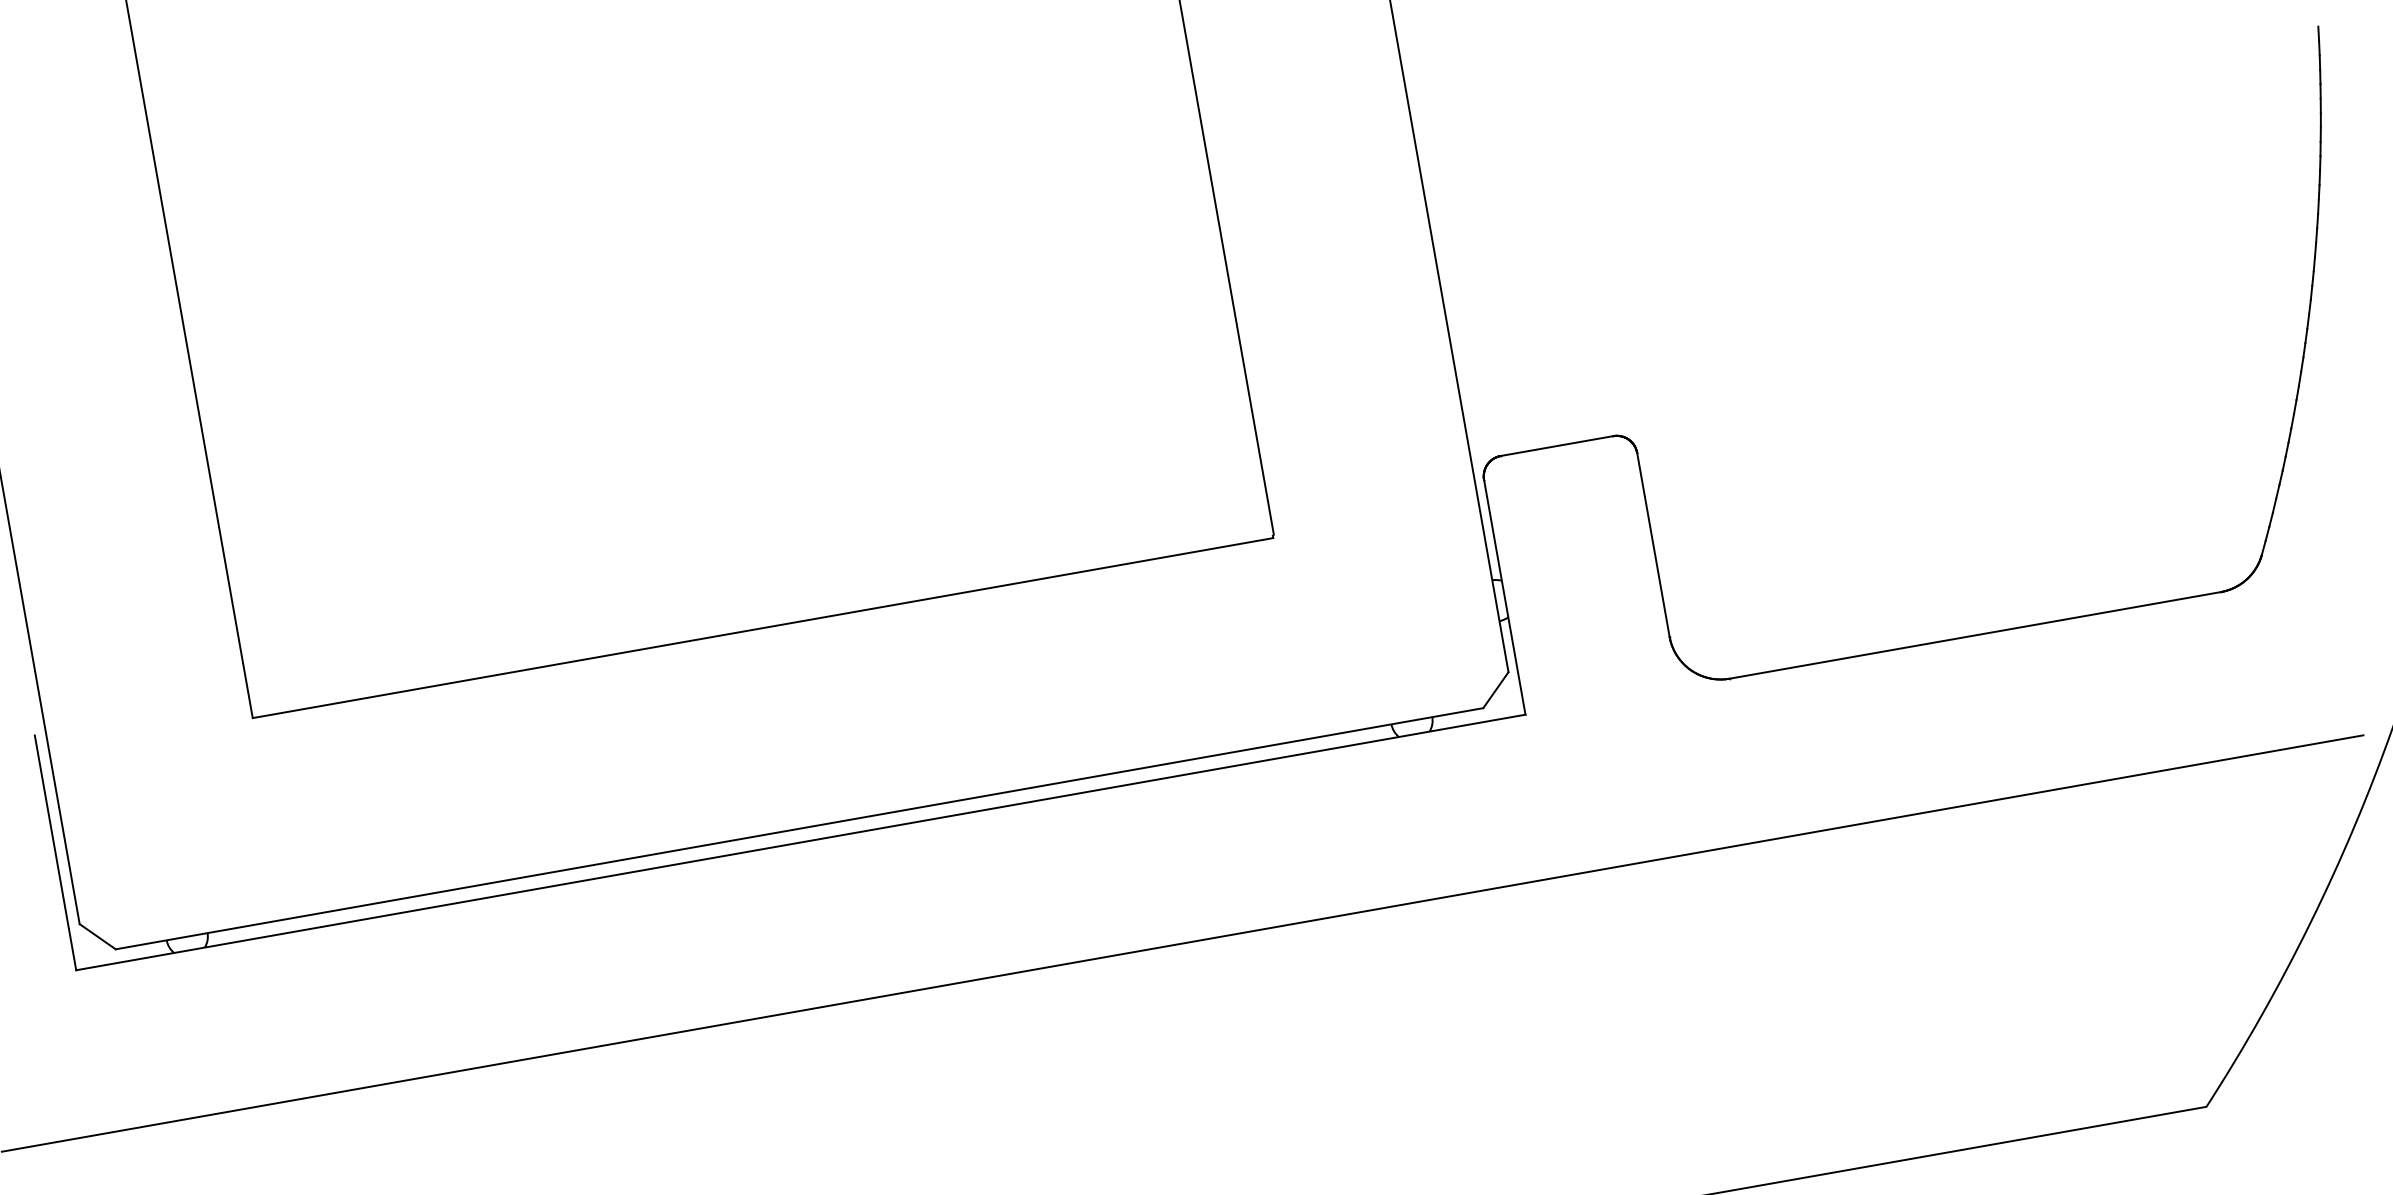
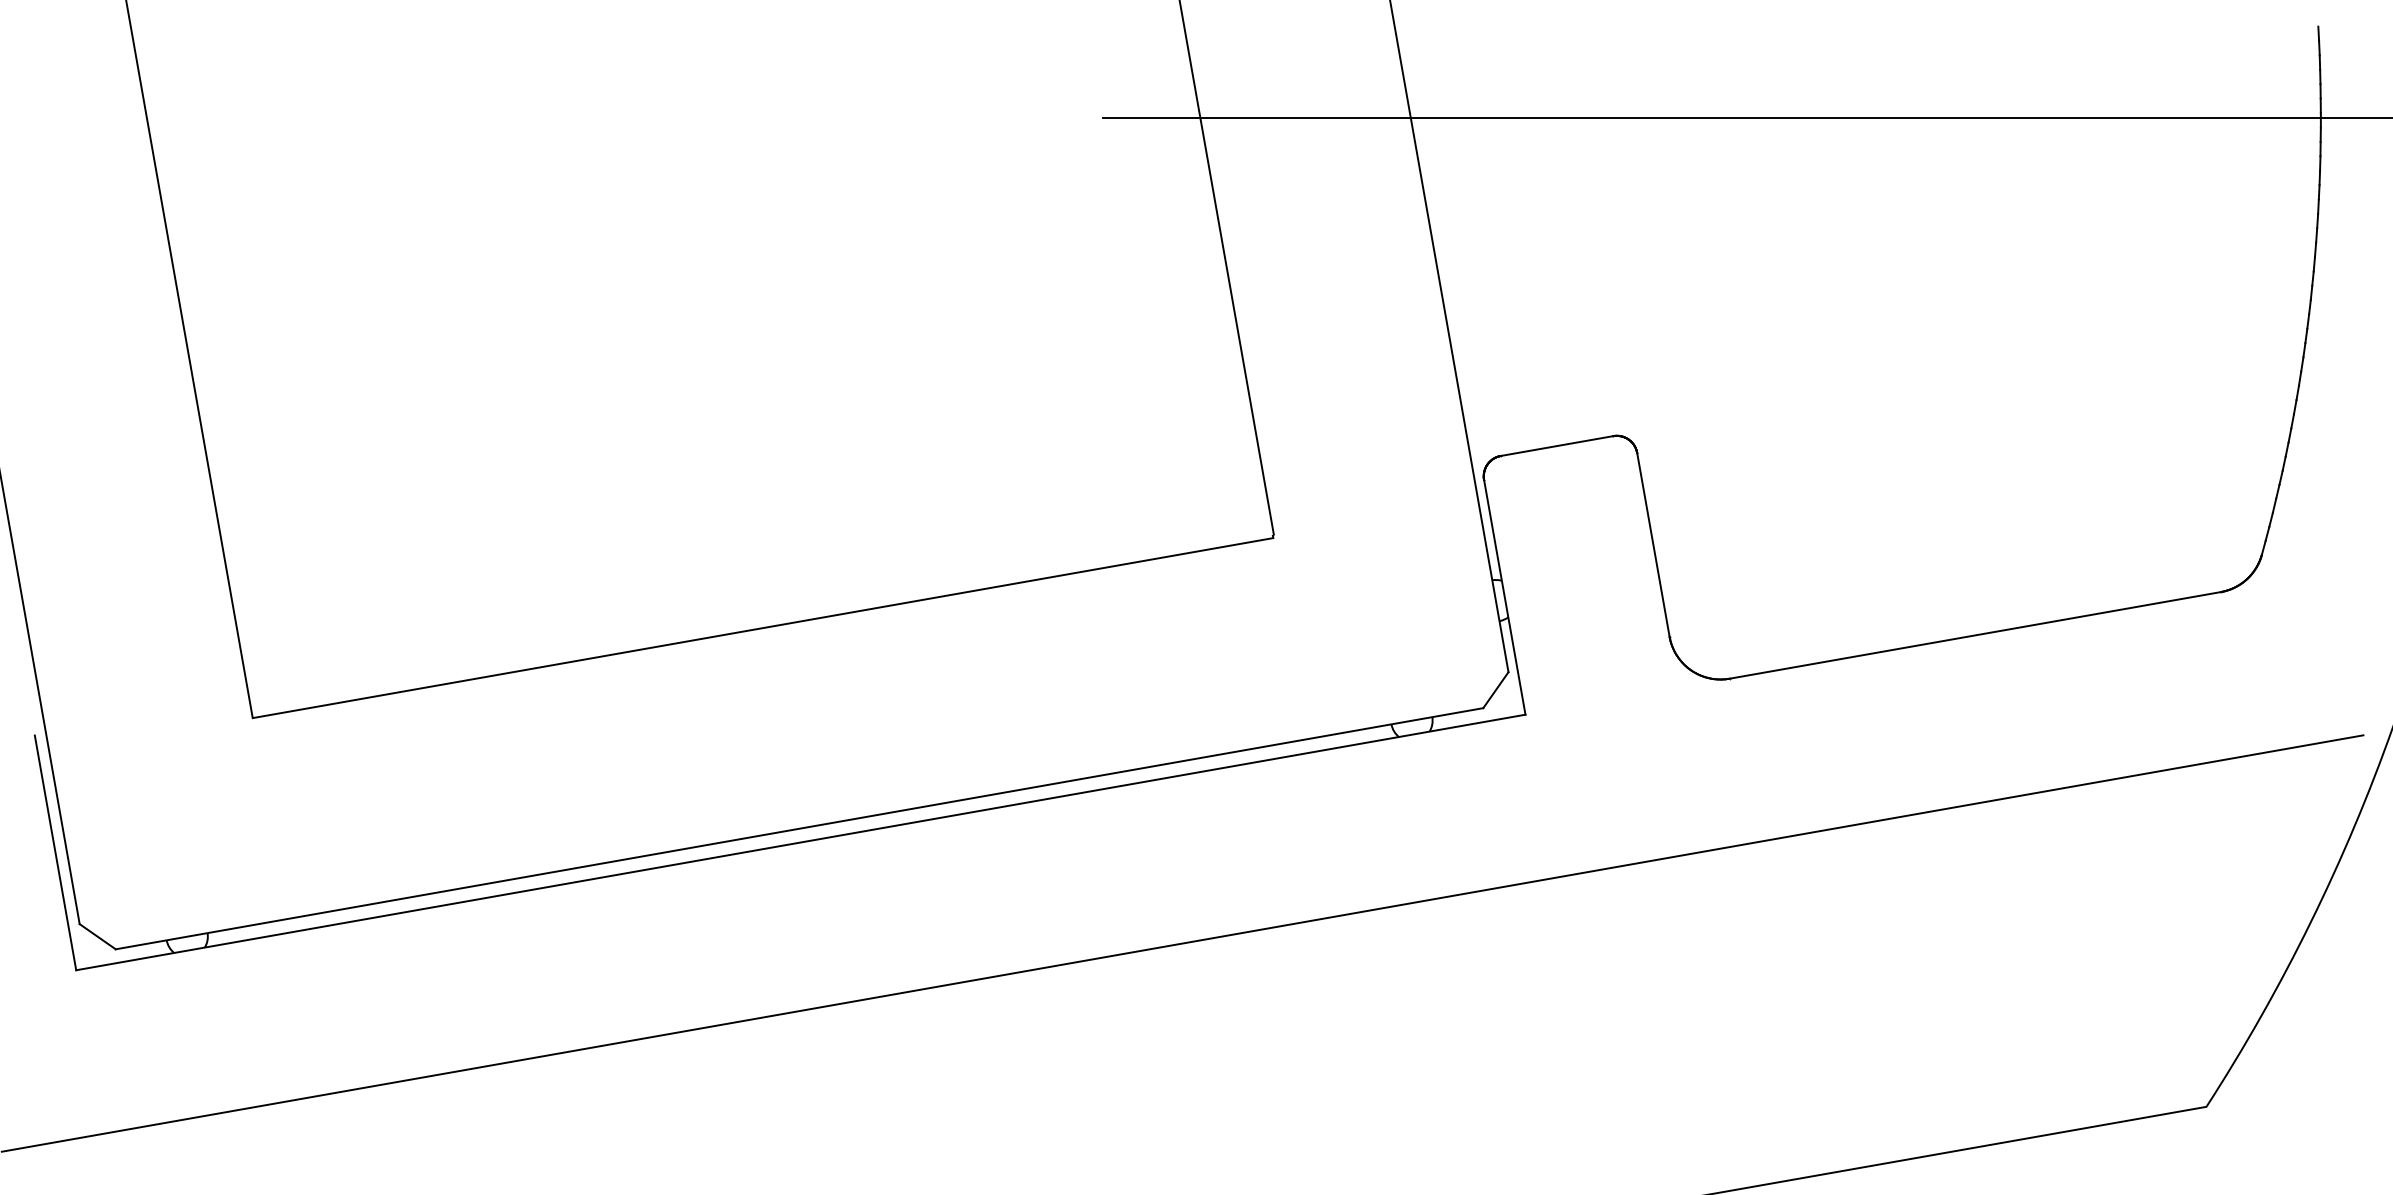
line at (1745, 117): none -> present
